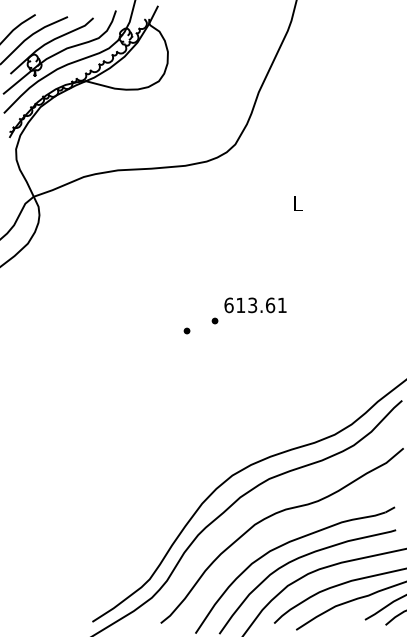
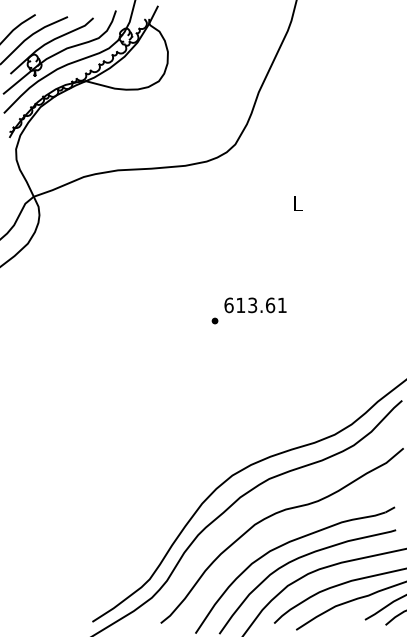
part at (186, 330): present -> none
